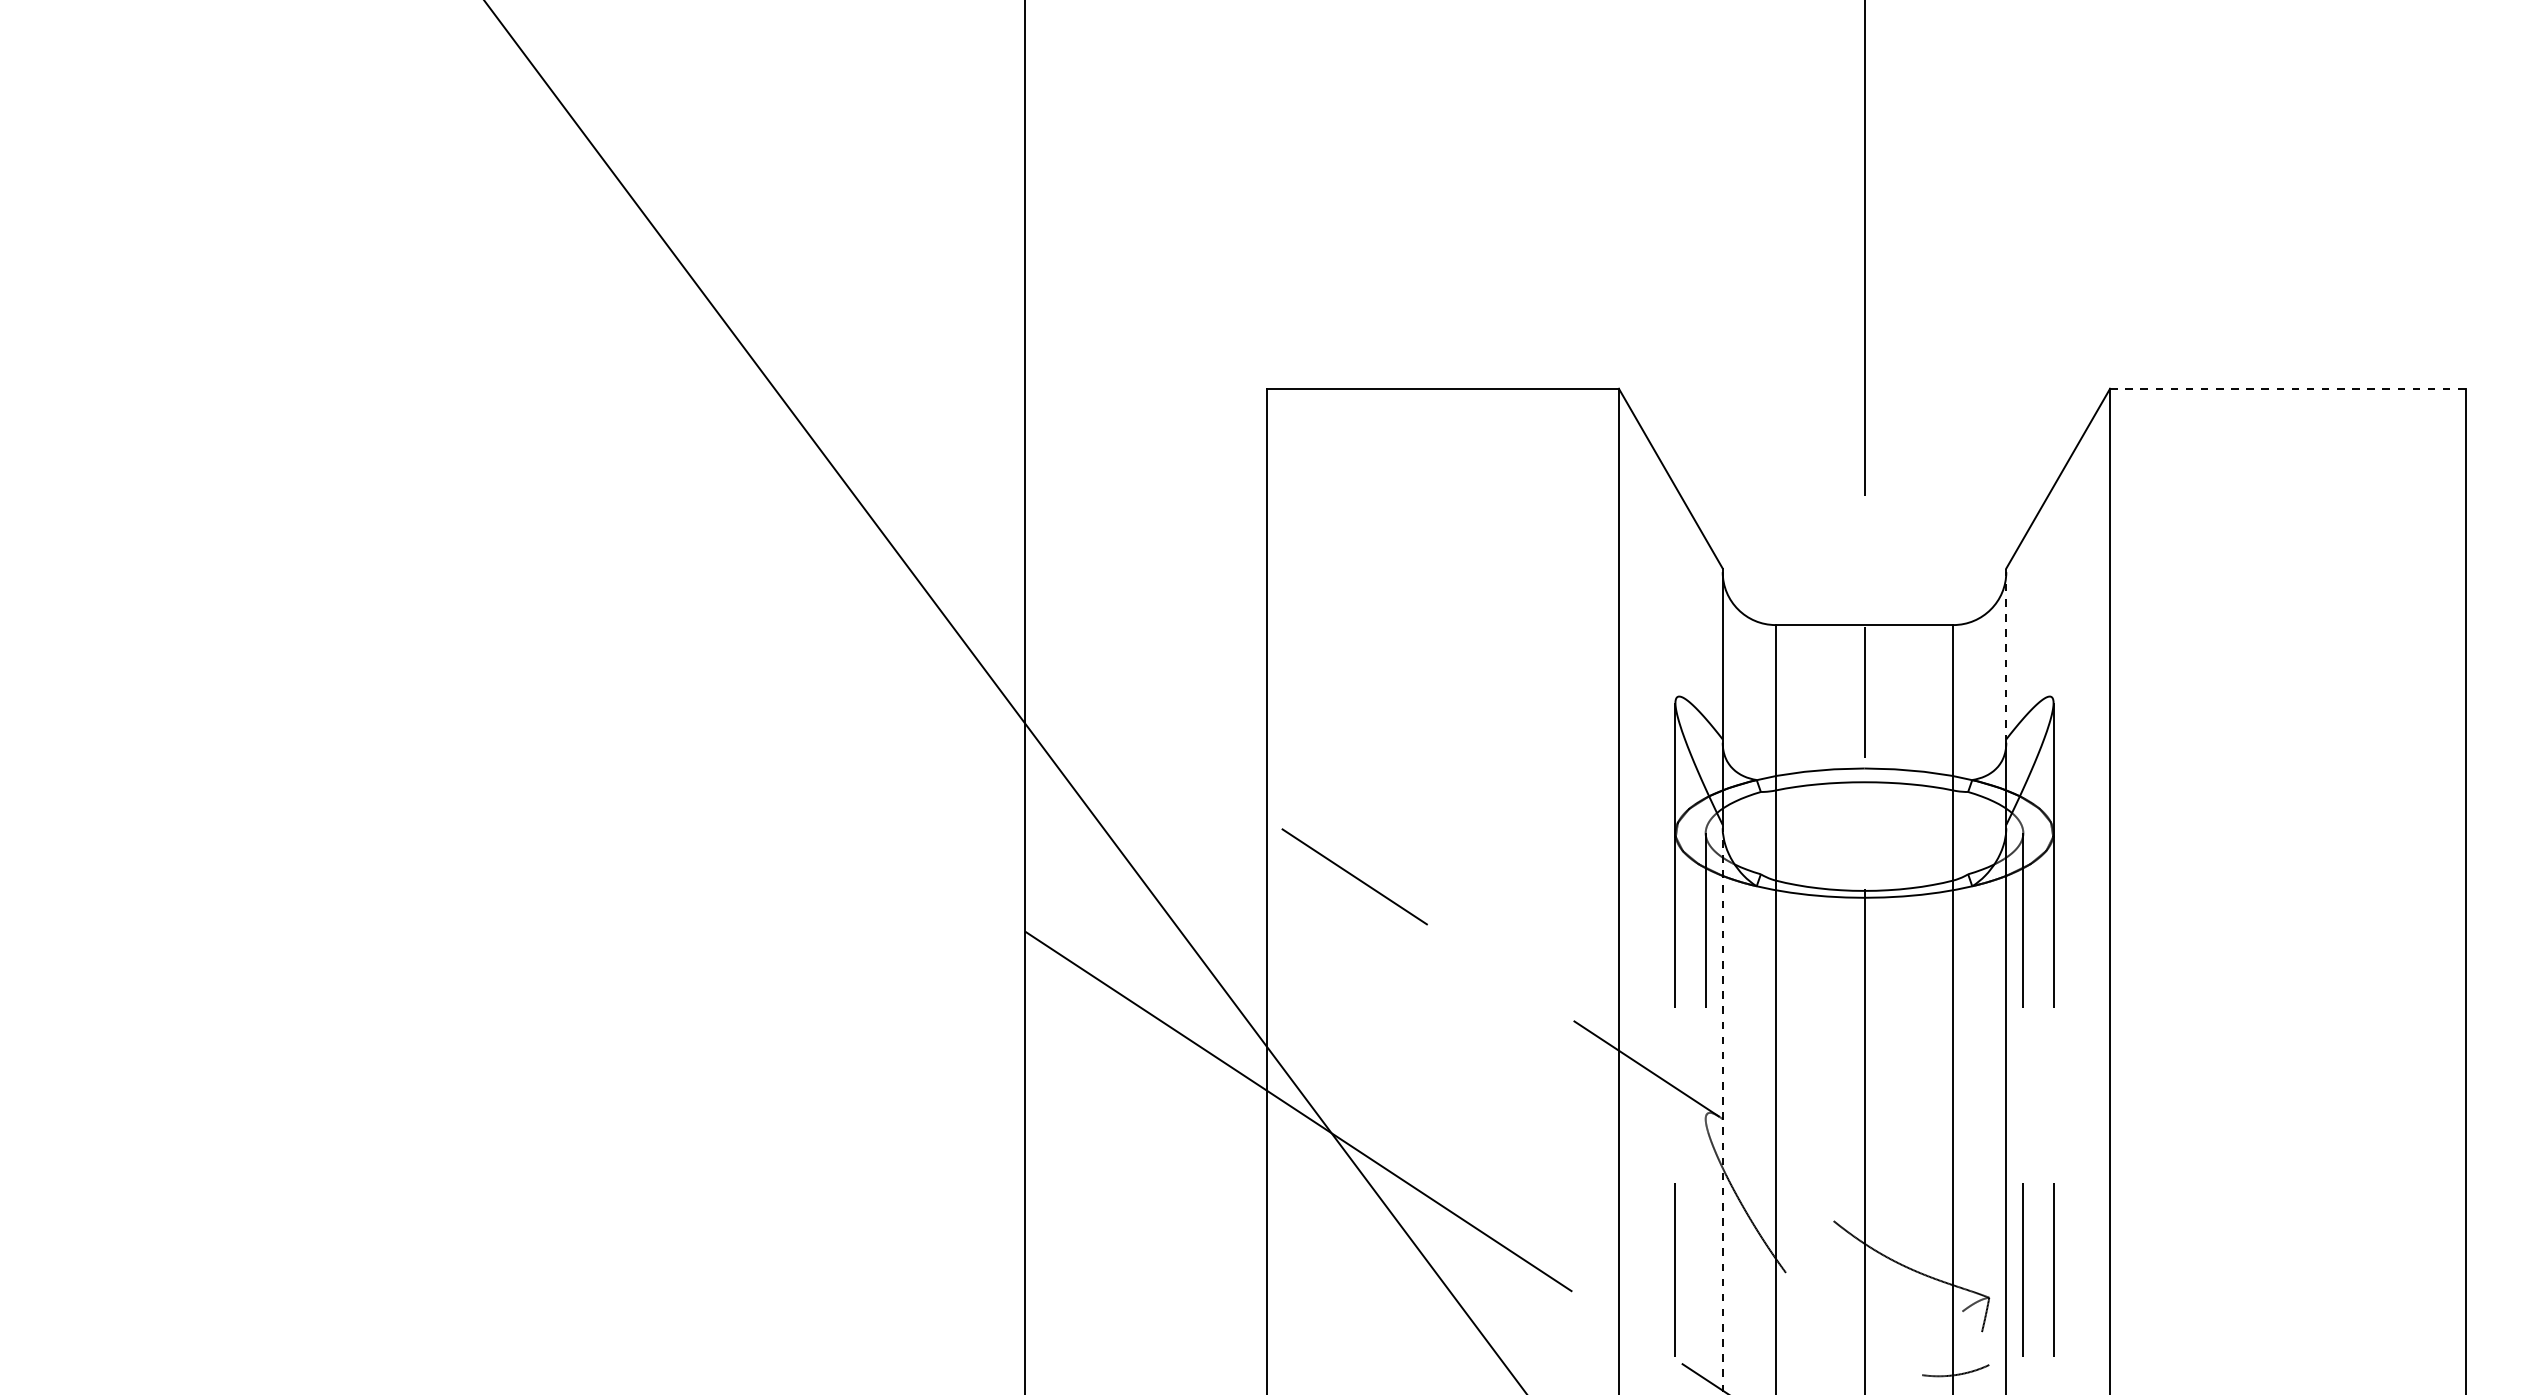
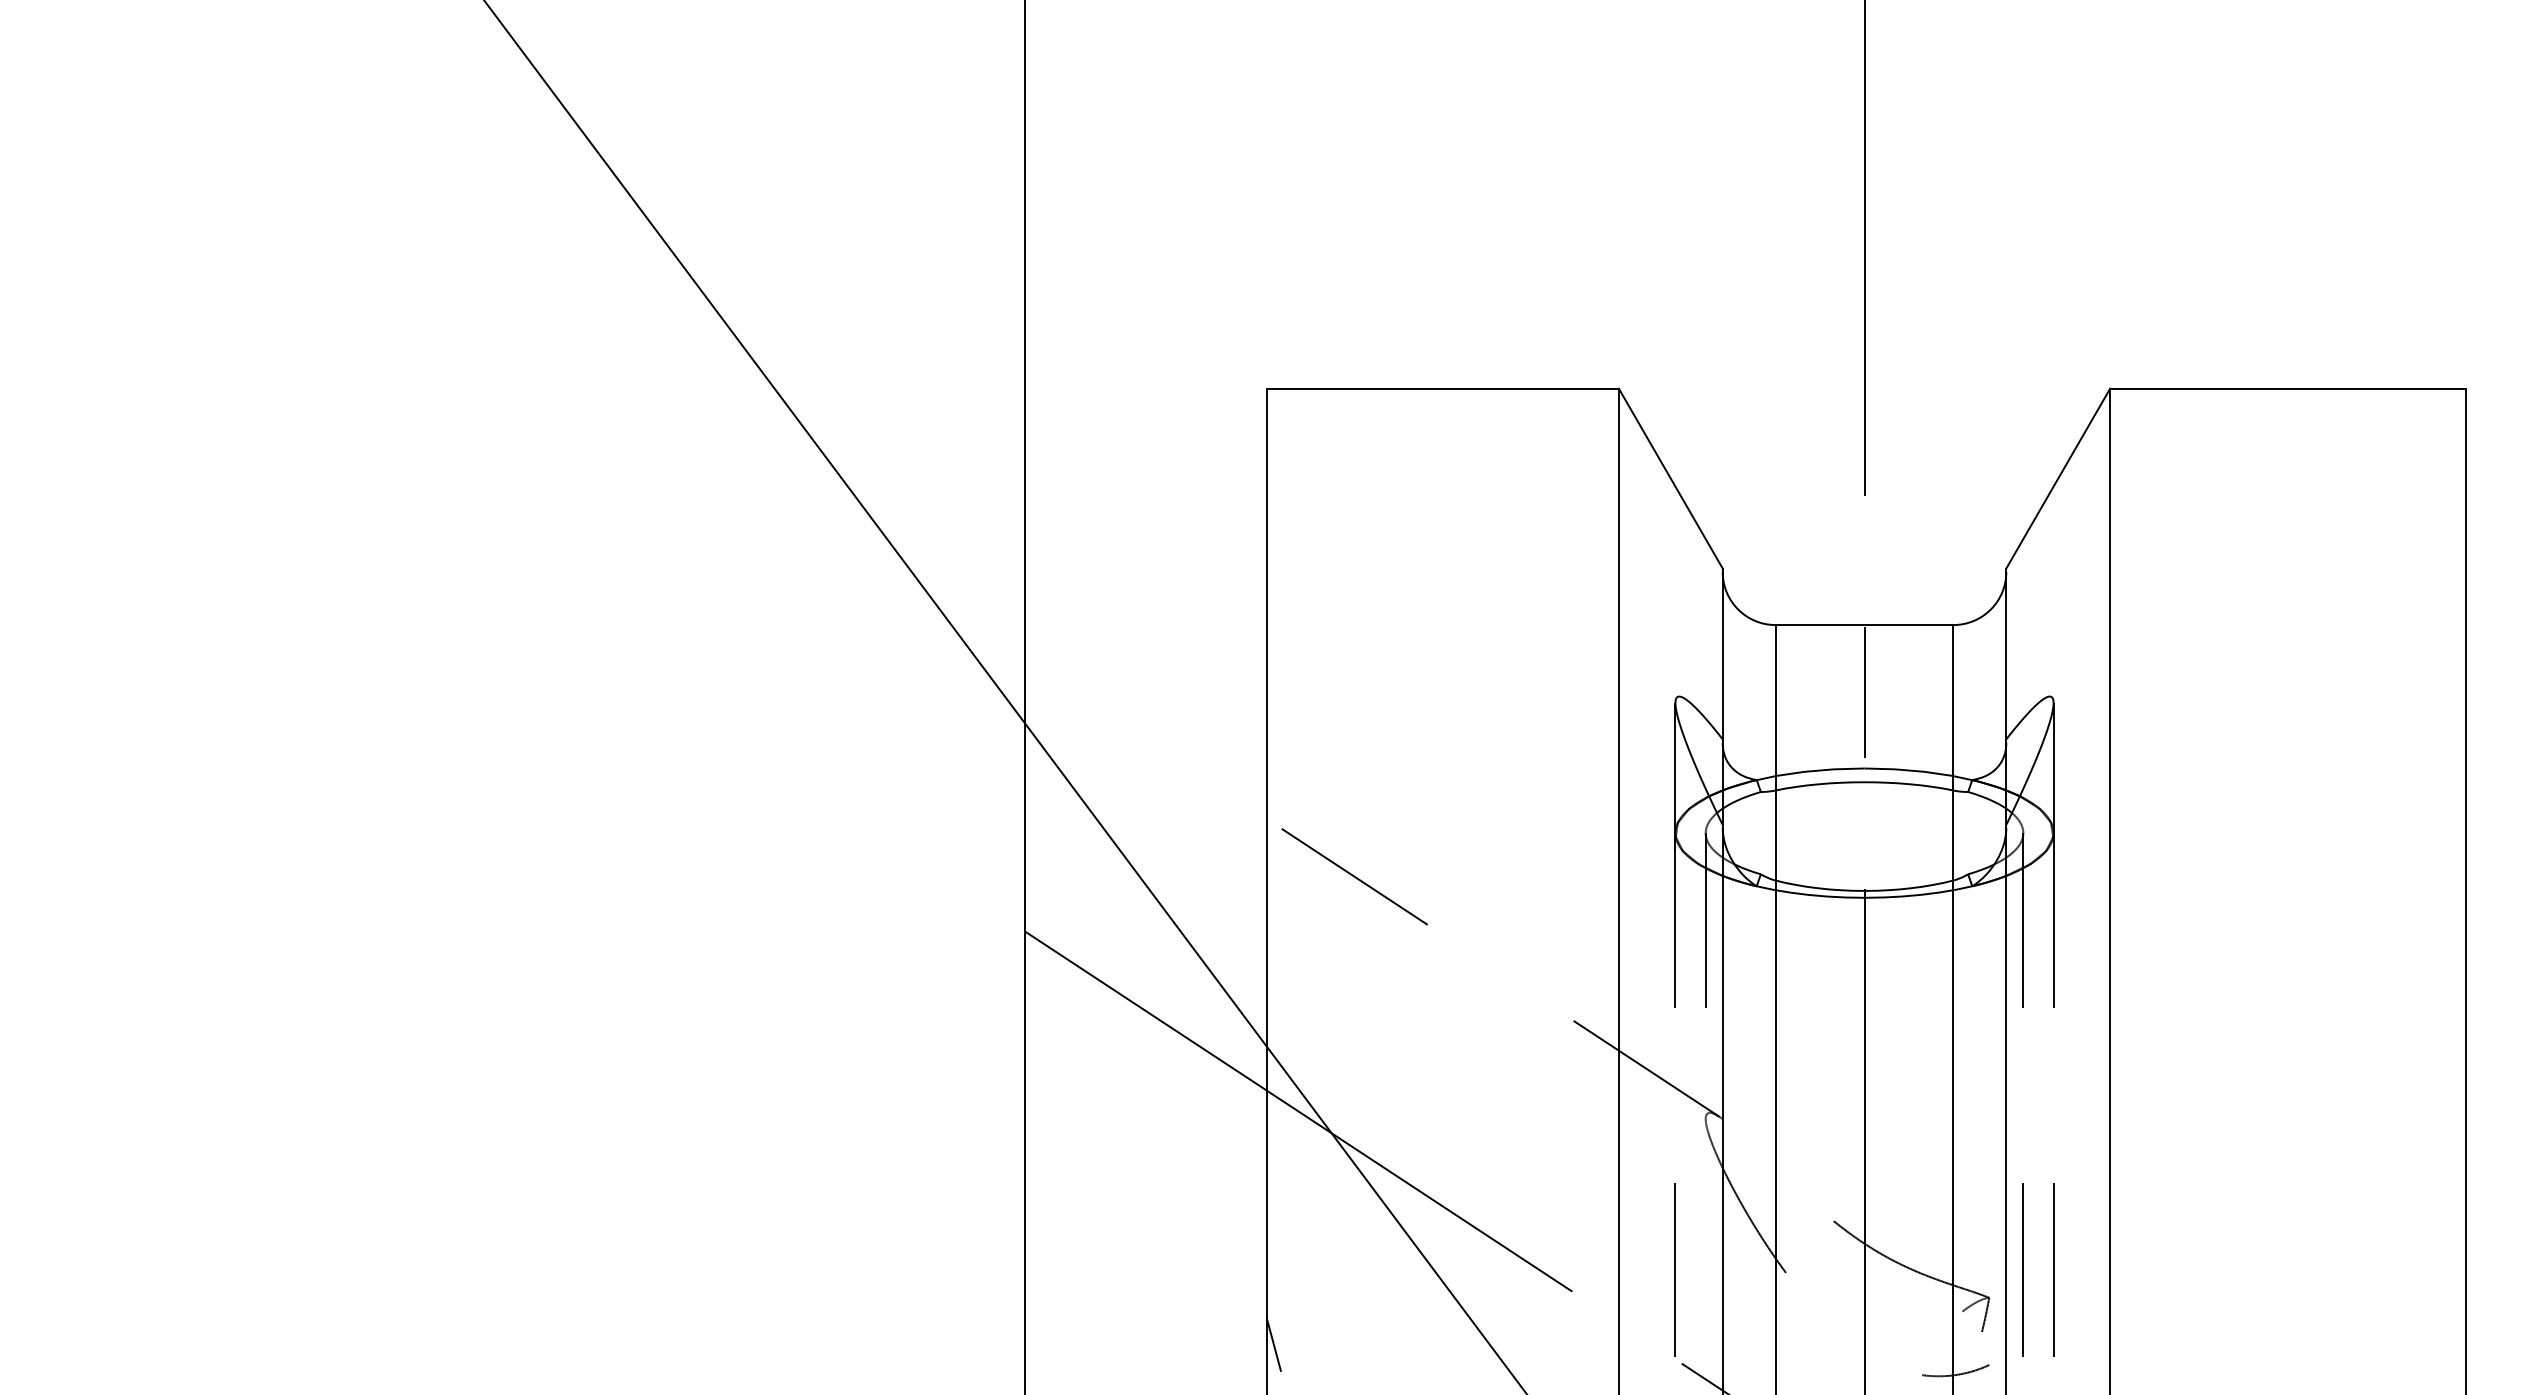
line at (2287, 388): dashed -> solid
line at (2006, 655): dashed -> solid
line at (1722, 1109): dashed -> solid
line at (1274, 1345): none -> present
